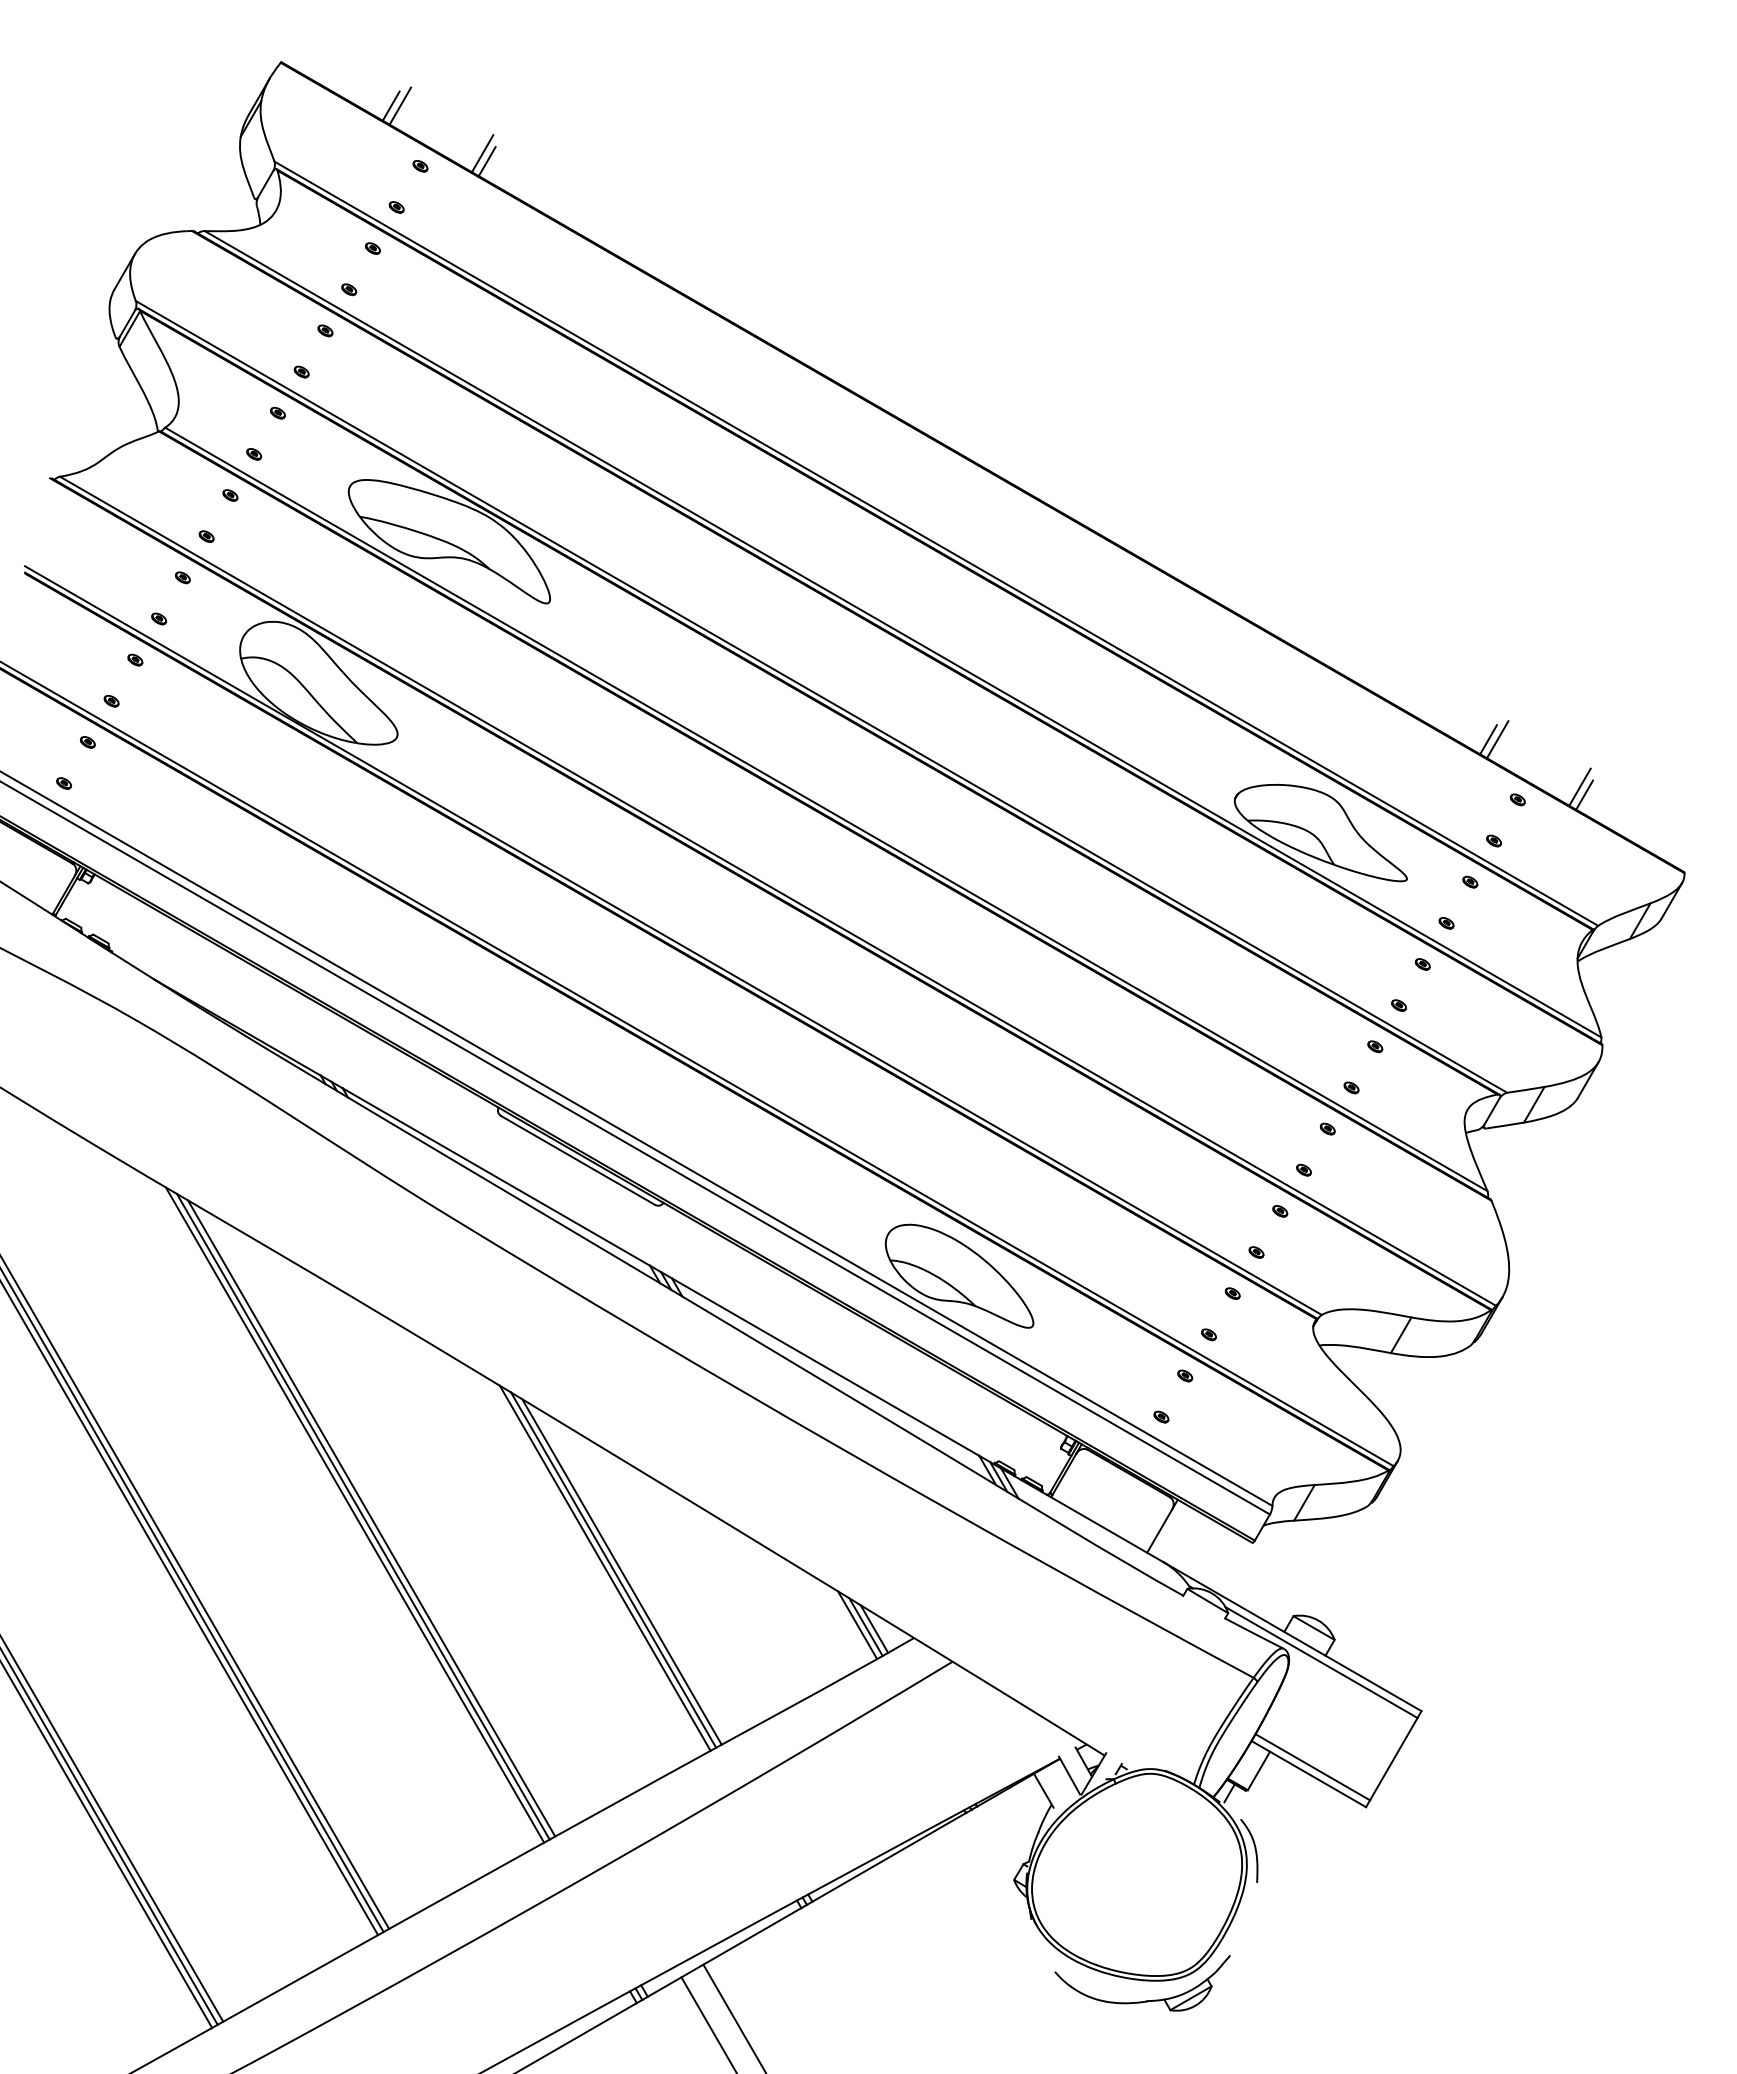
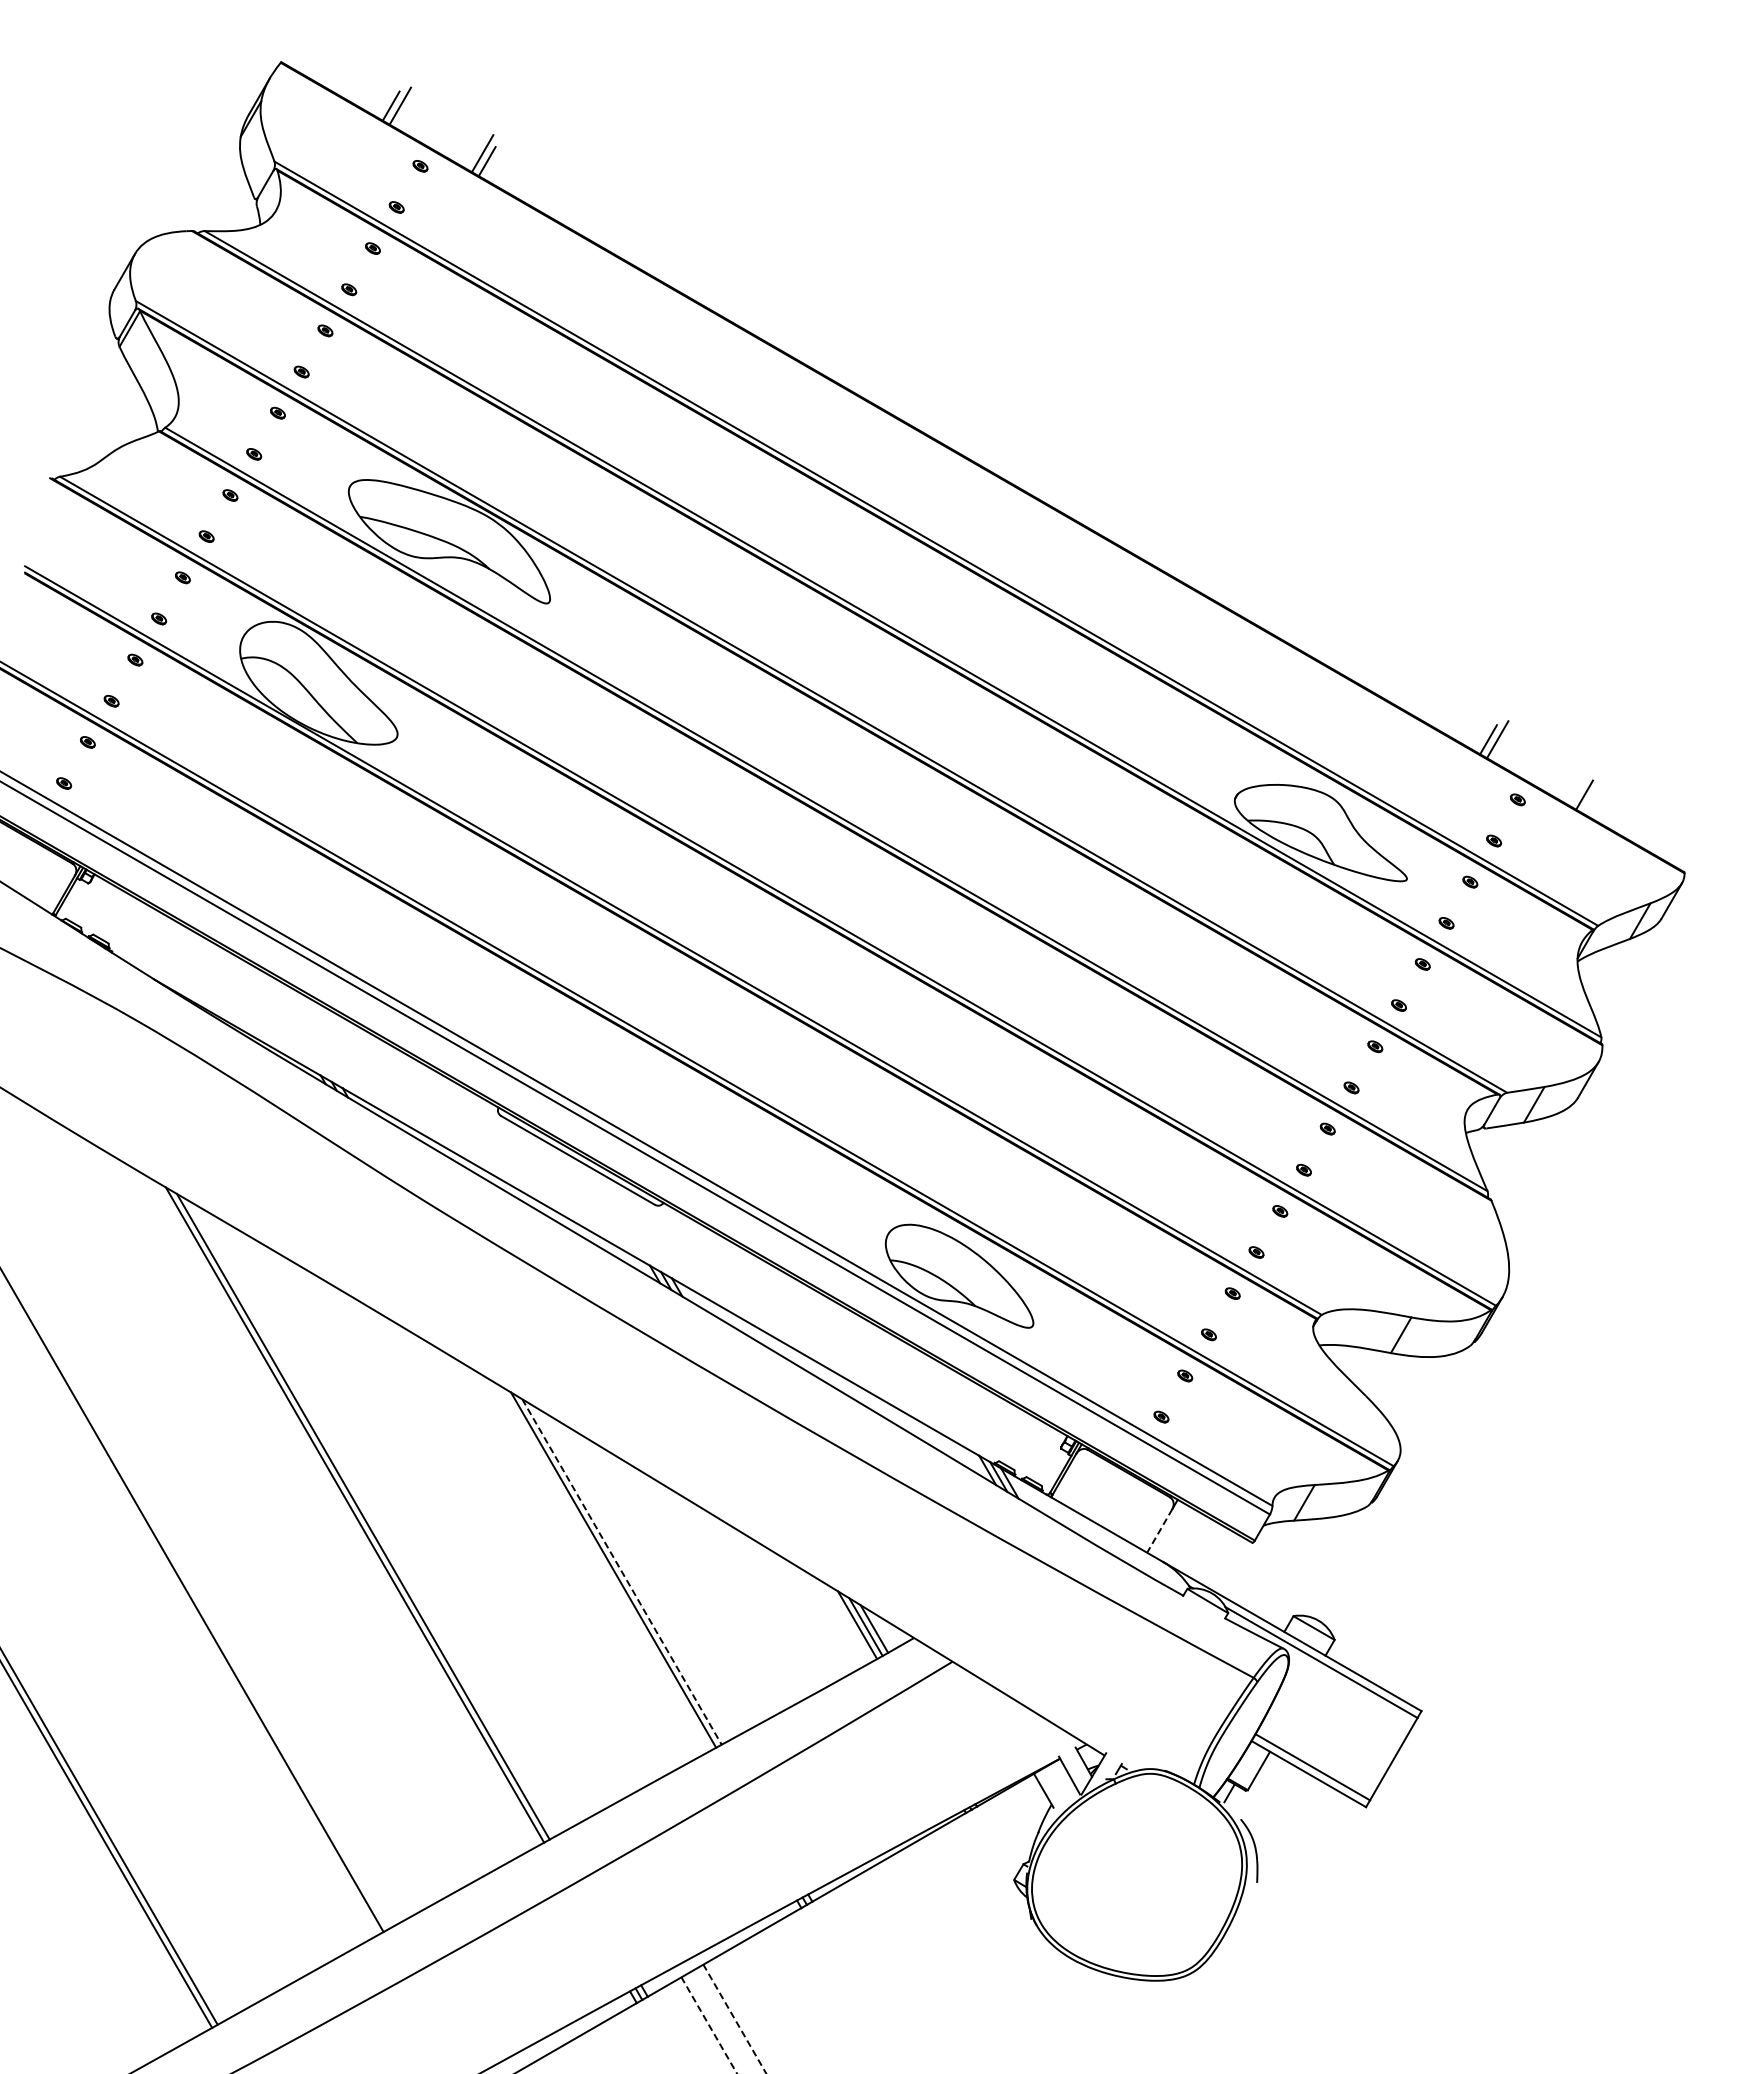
line at (1579, 786): present -> none
line at (371, 1518): present -> none
line at (1159, 1531): solid -> dashed
line at (604, 1567): present -> none
line at (622, 1572): solid -> dashed
line at (195, 1593): present -> none
line at (190, 1609): present -> none
line at (112, 1829): present -> none
part at (1145, 2000): present -> none
line at (734, 2019): solid -> dashed
line at (708, 2024): solid -> dashed
